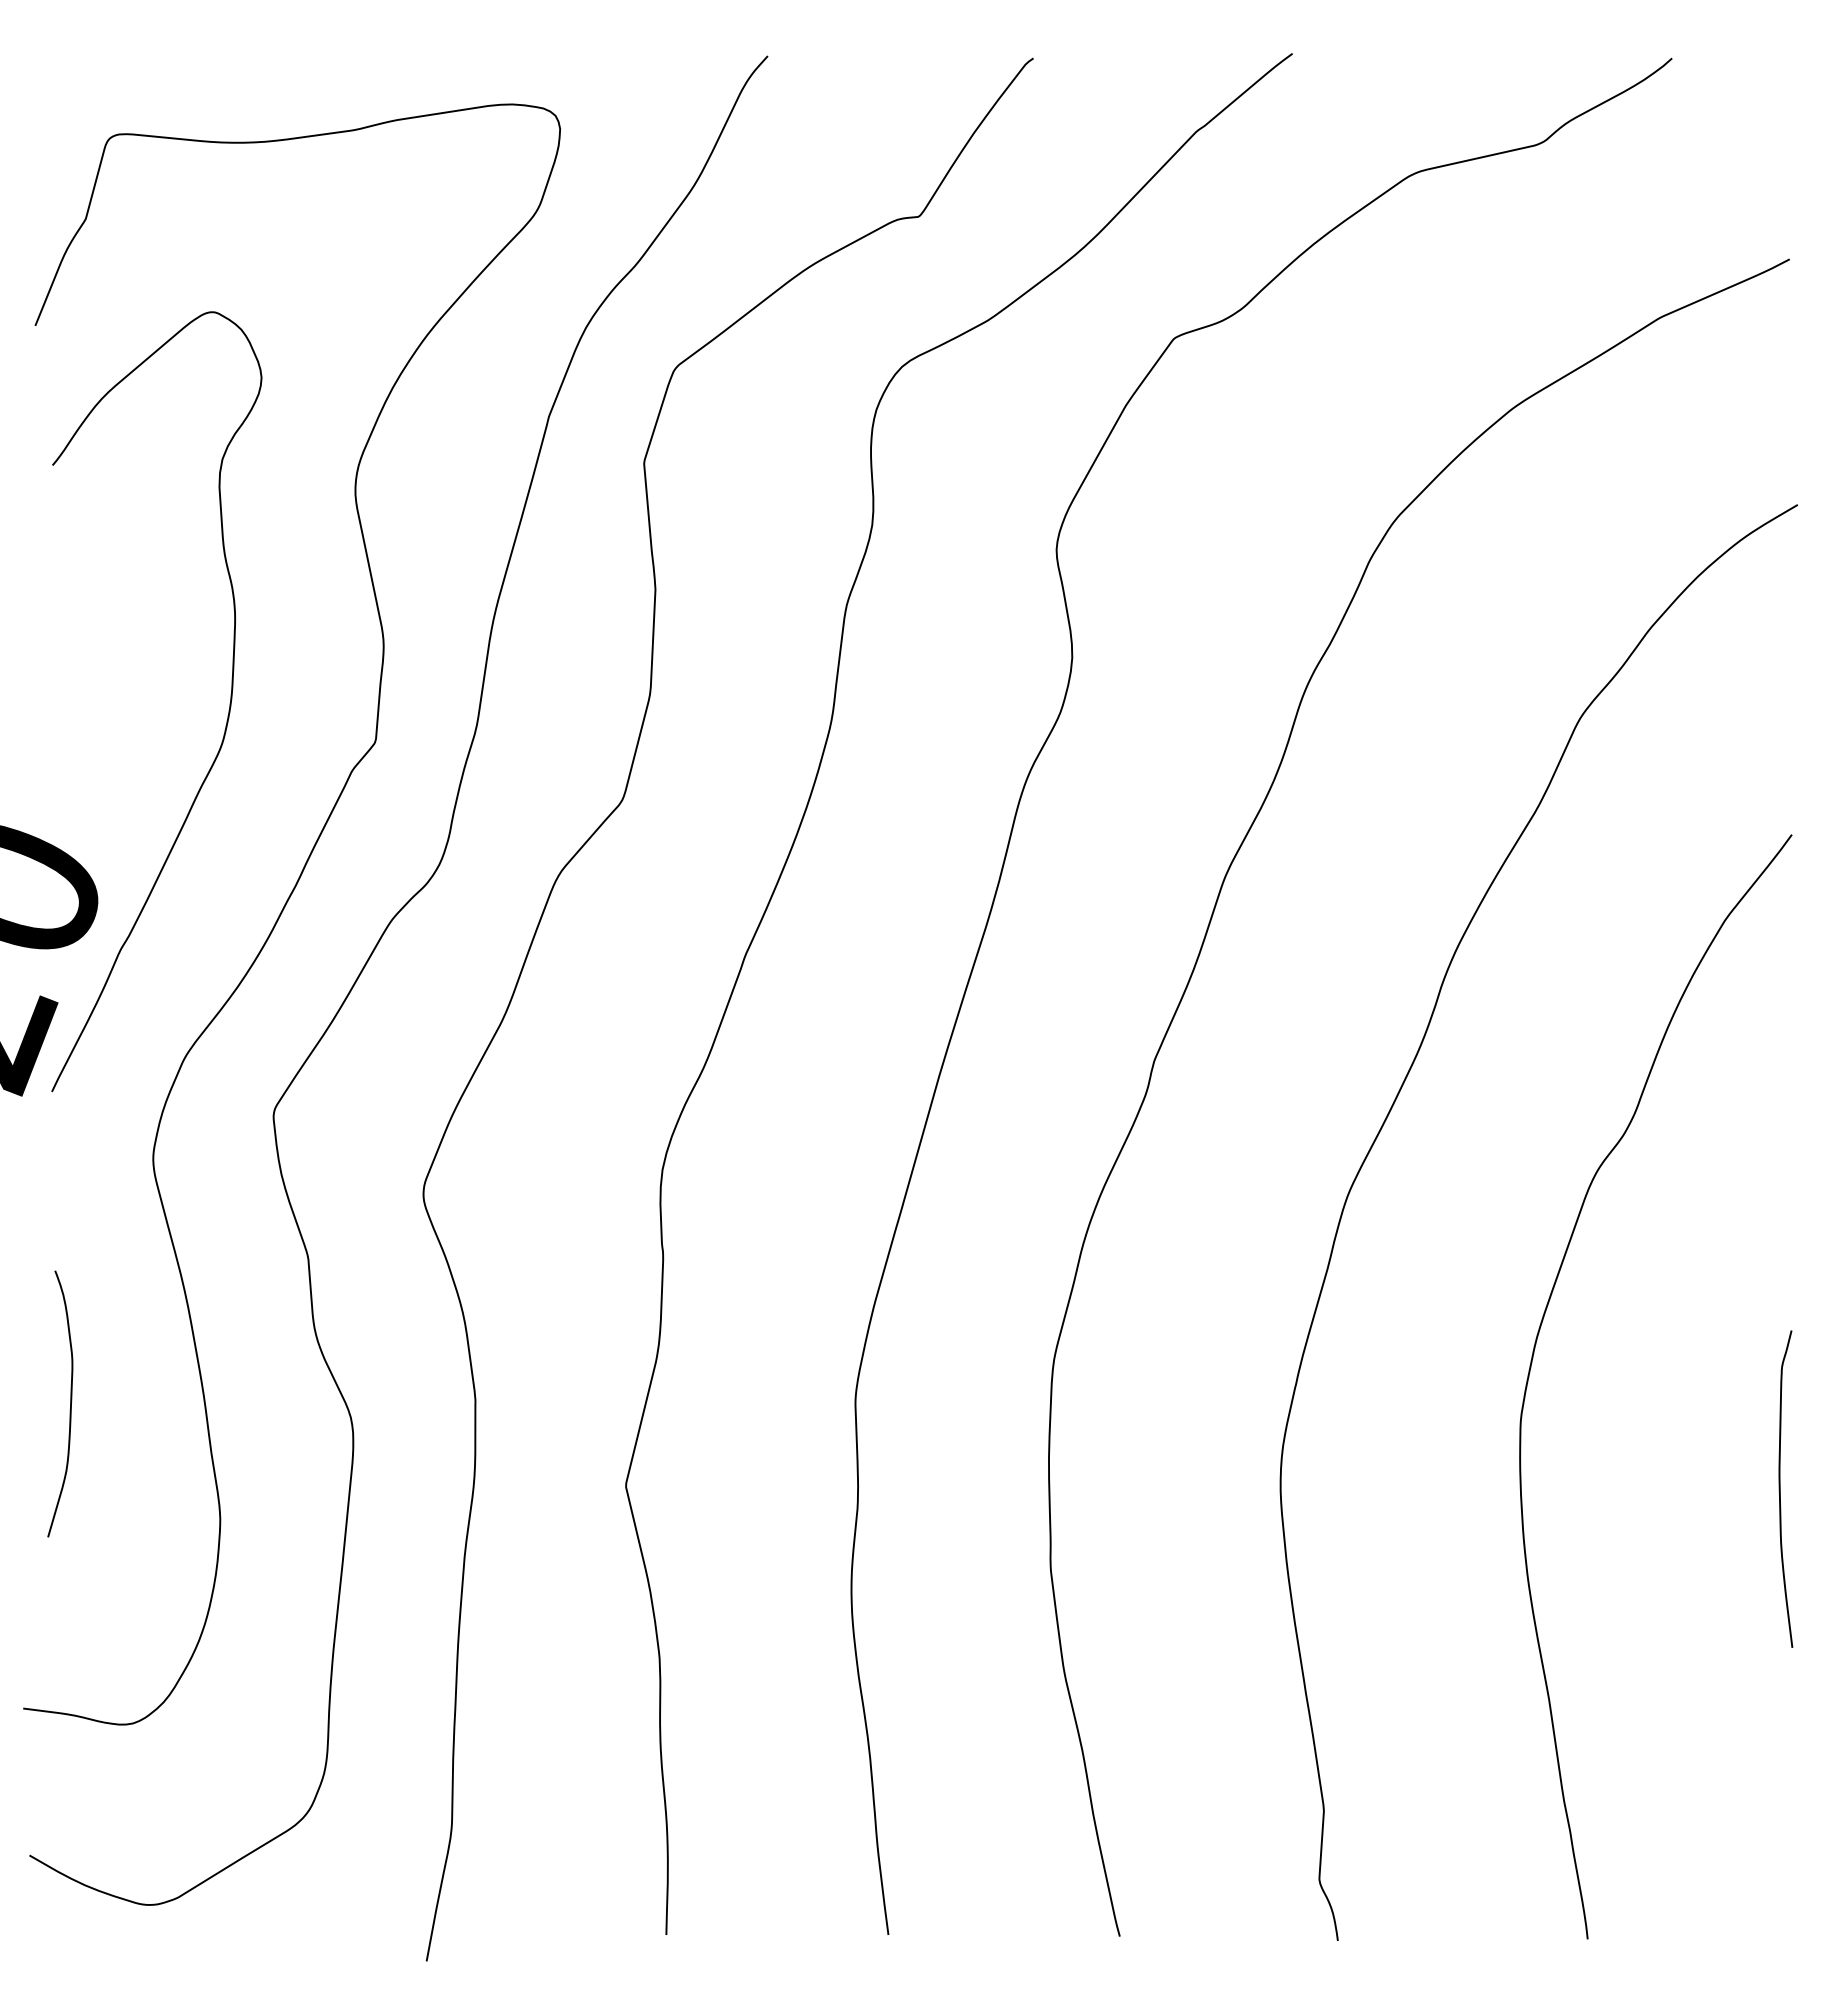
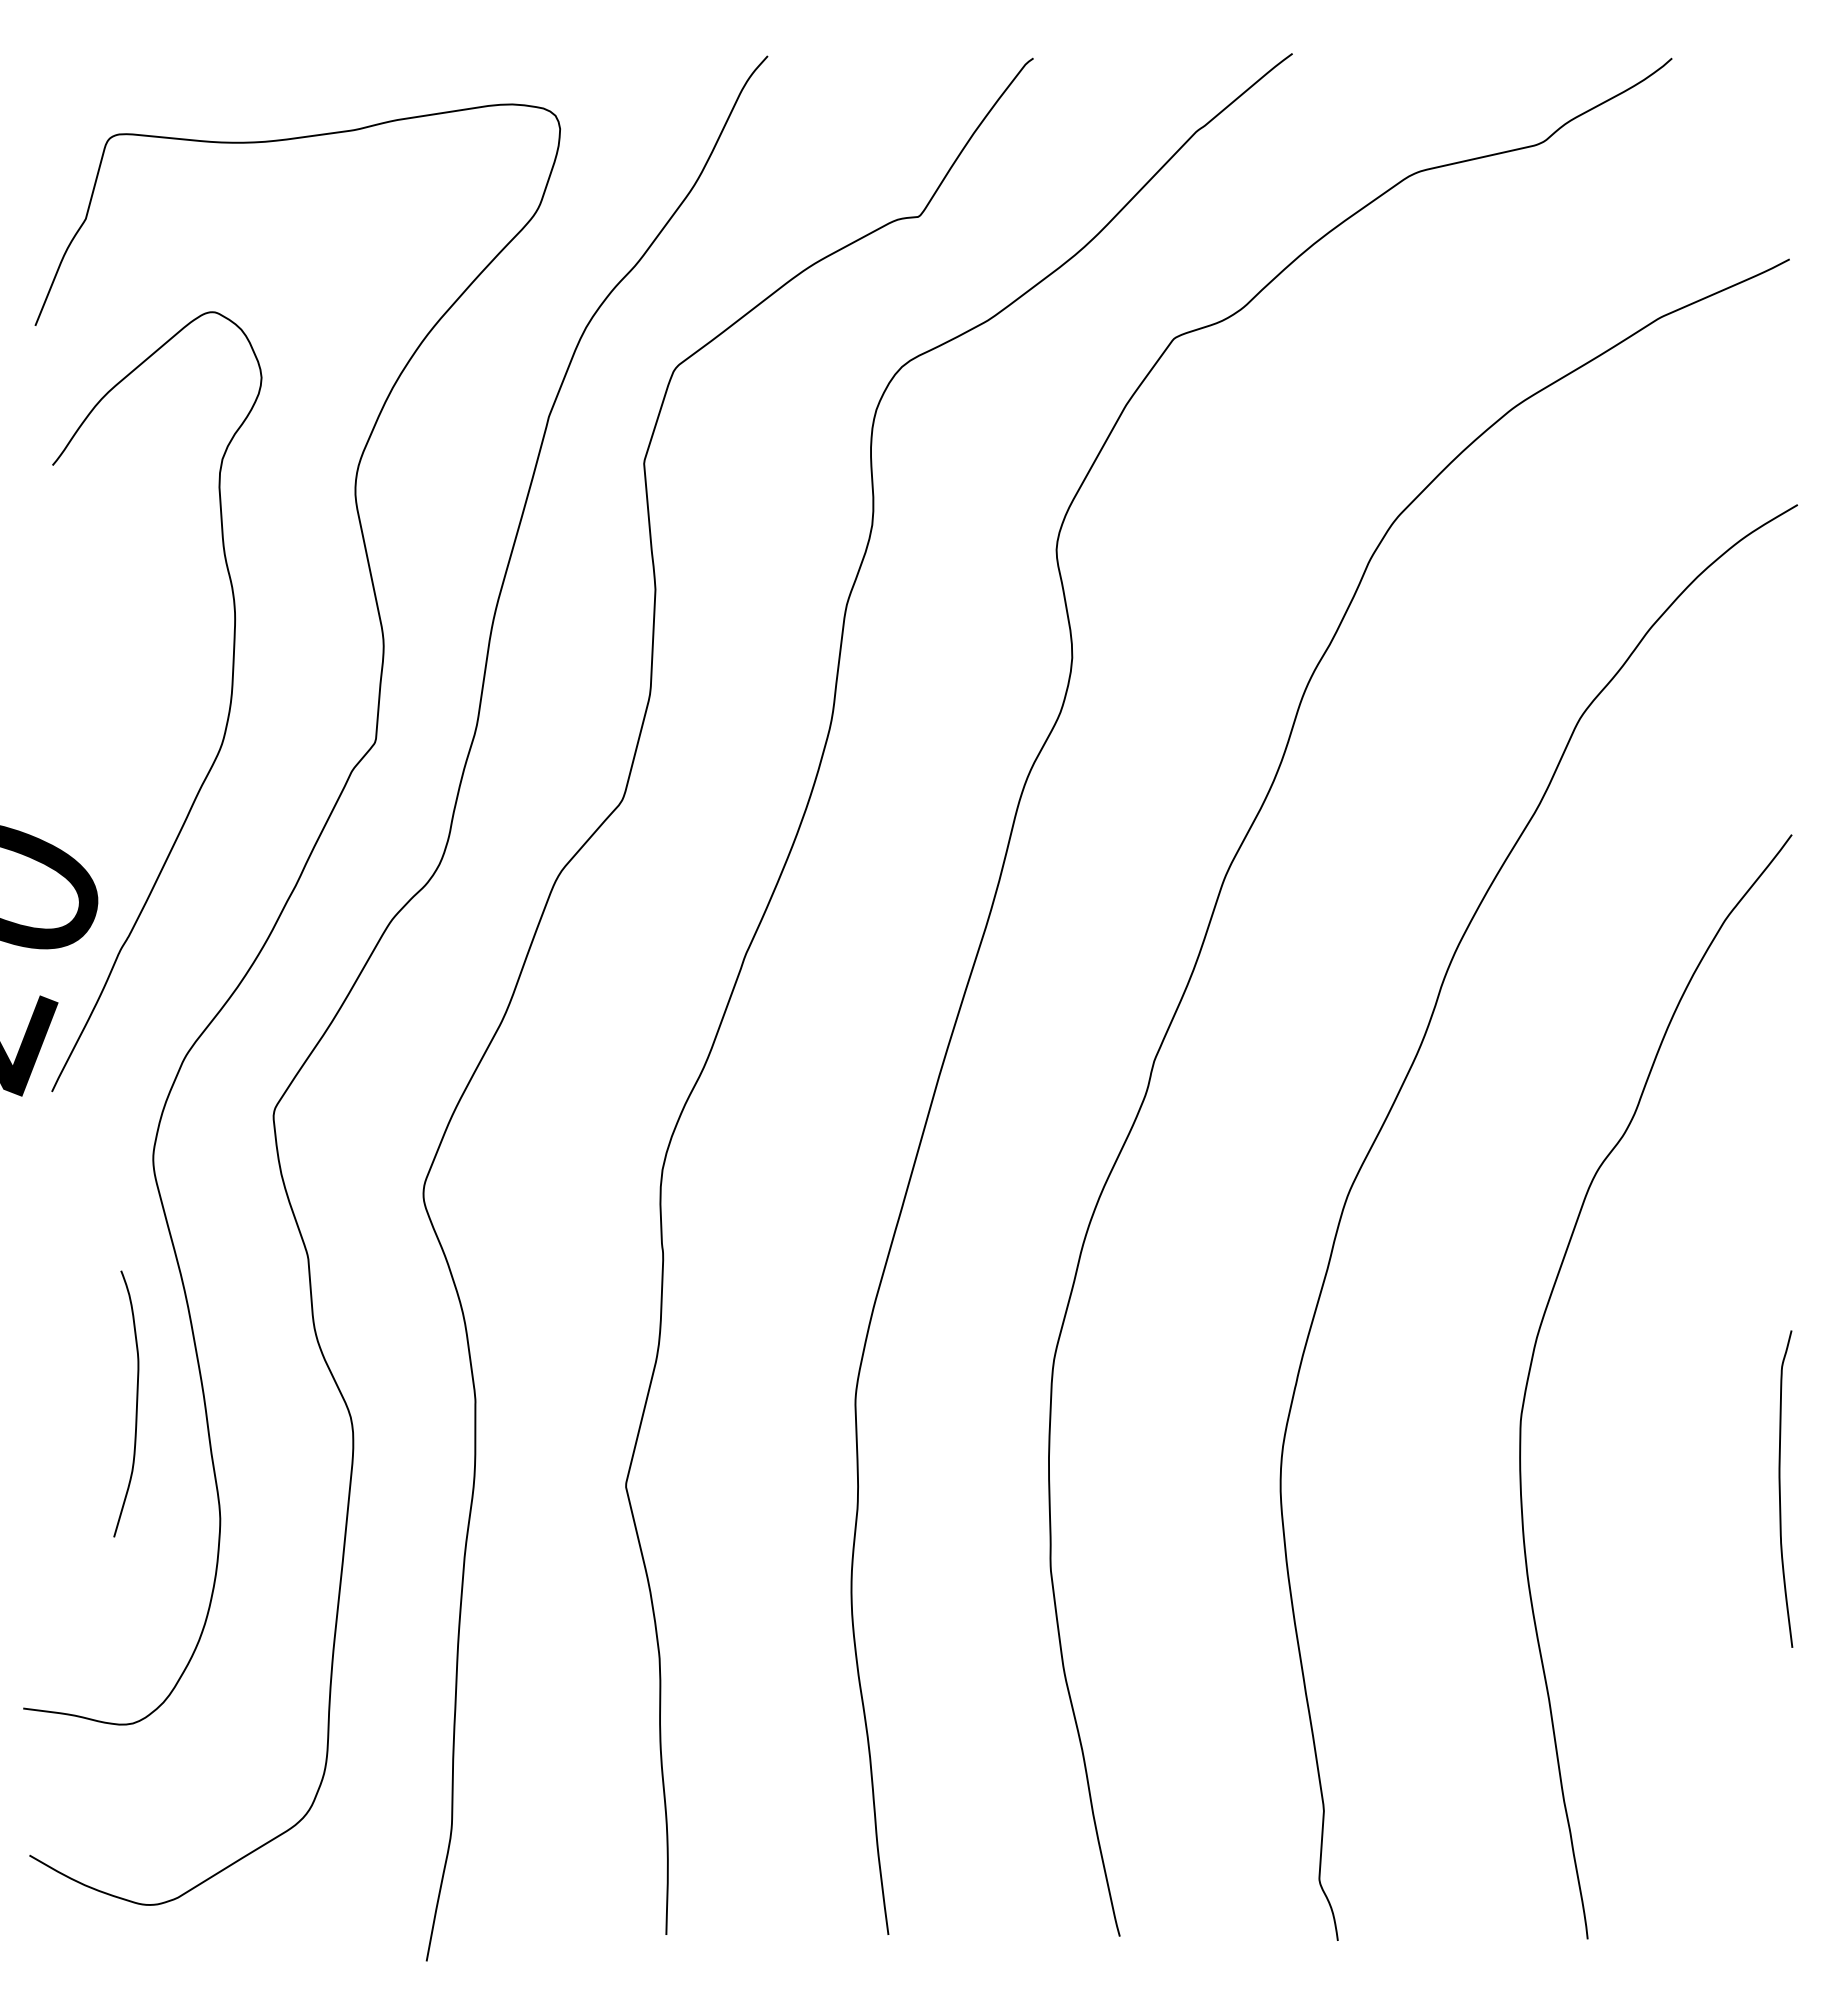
curve at (70, 1403) position: (70, 1403) -> (136, 1403)
